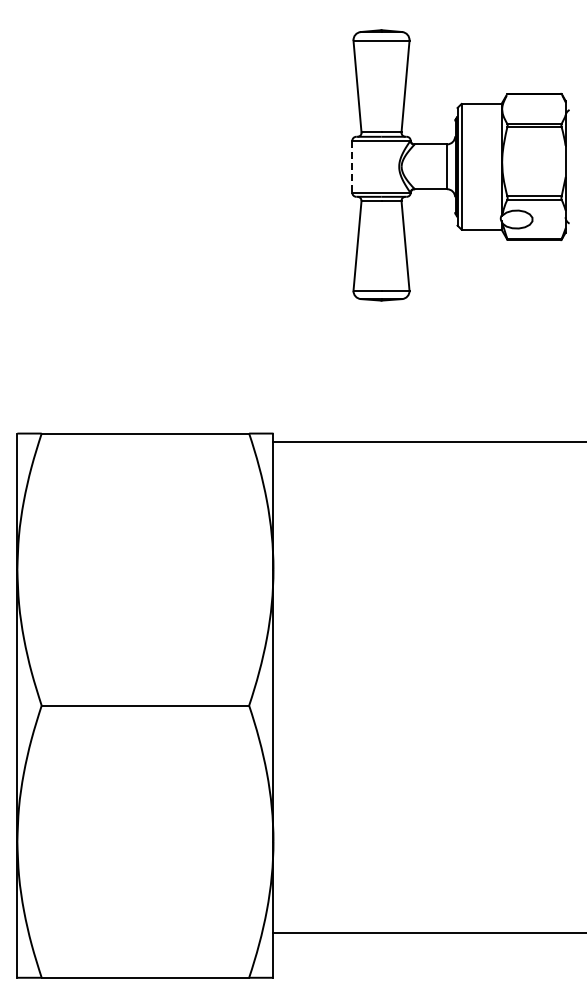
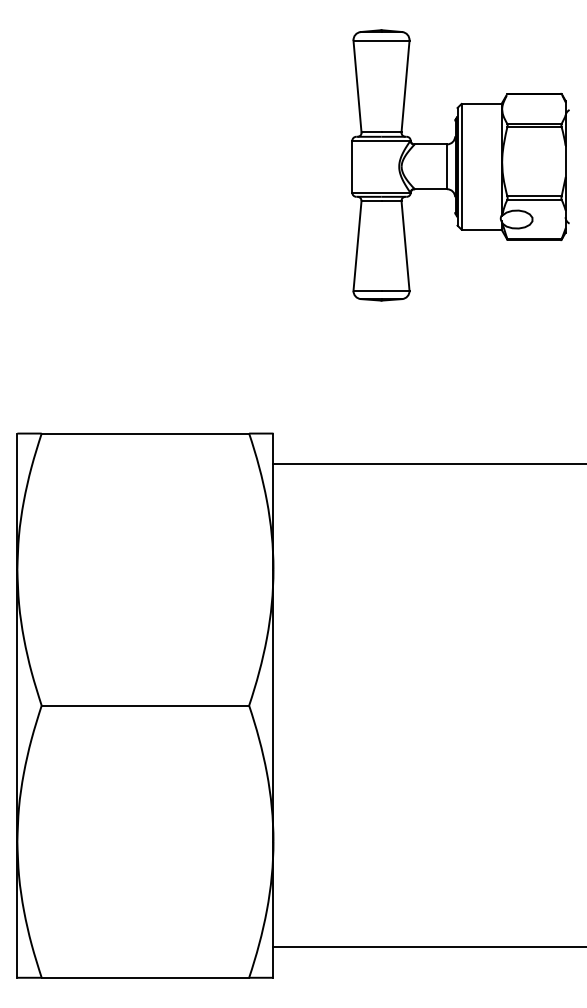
line at (352, 167): dashed -> solid
line at (428, 442) position: (428, 442) -> (428, 464)
line at (428, 932) position: (428, 932) -> (428, 946)
